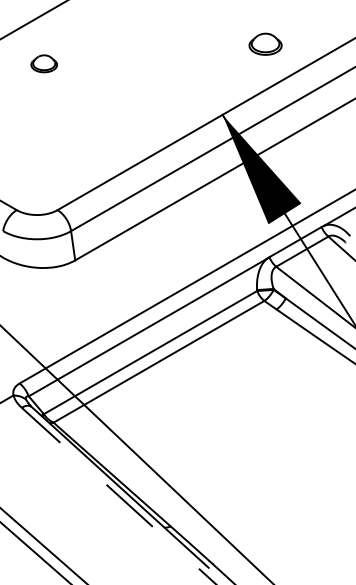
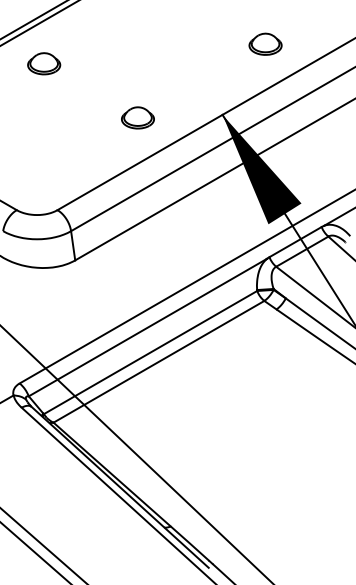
line at (39, 23): none -> present
part at (43, 63) size: 28x20 px -> 35x24 px
part at (137, 117): none -> present
line at (118, 495): dashed -> solid
